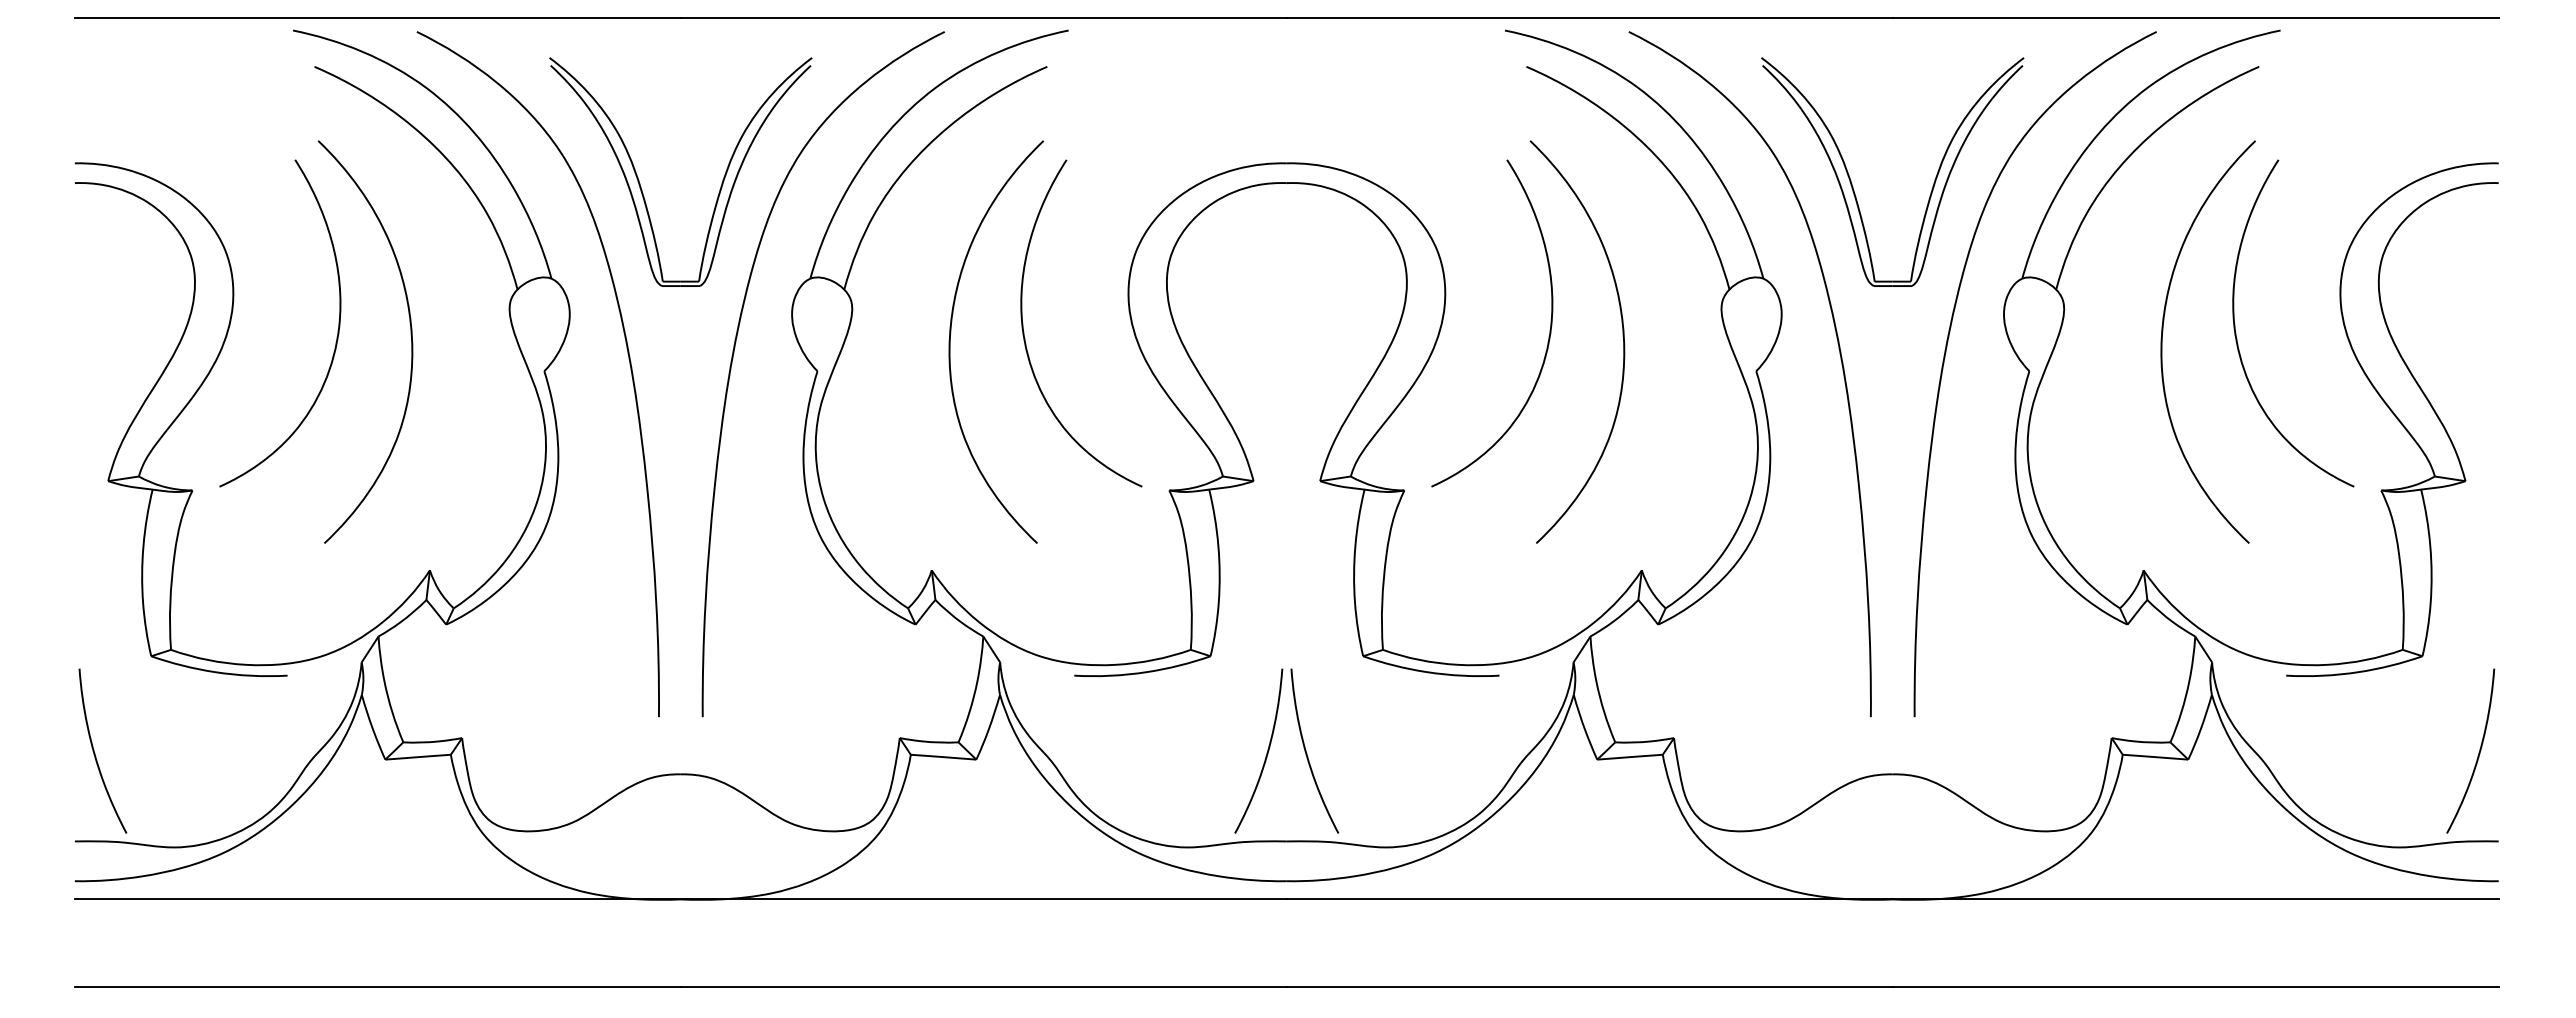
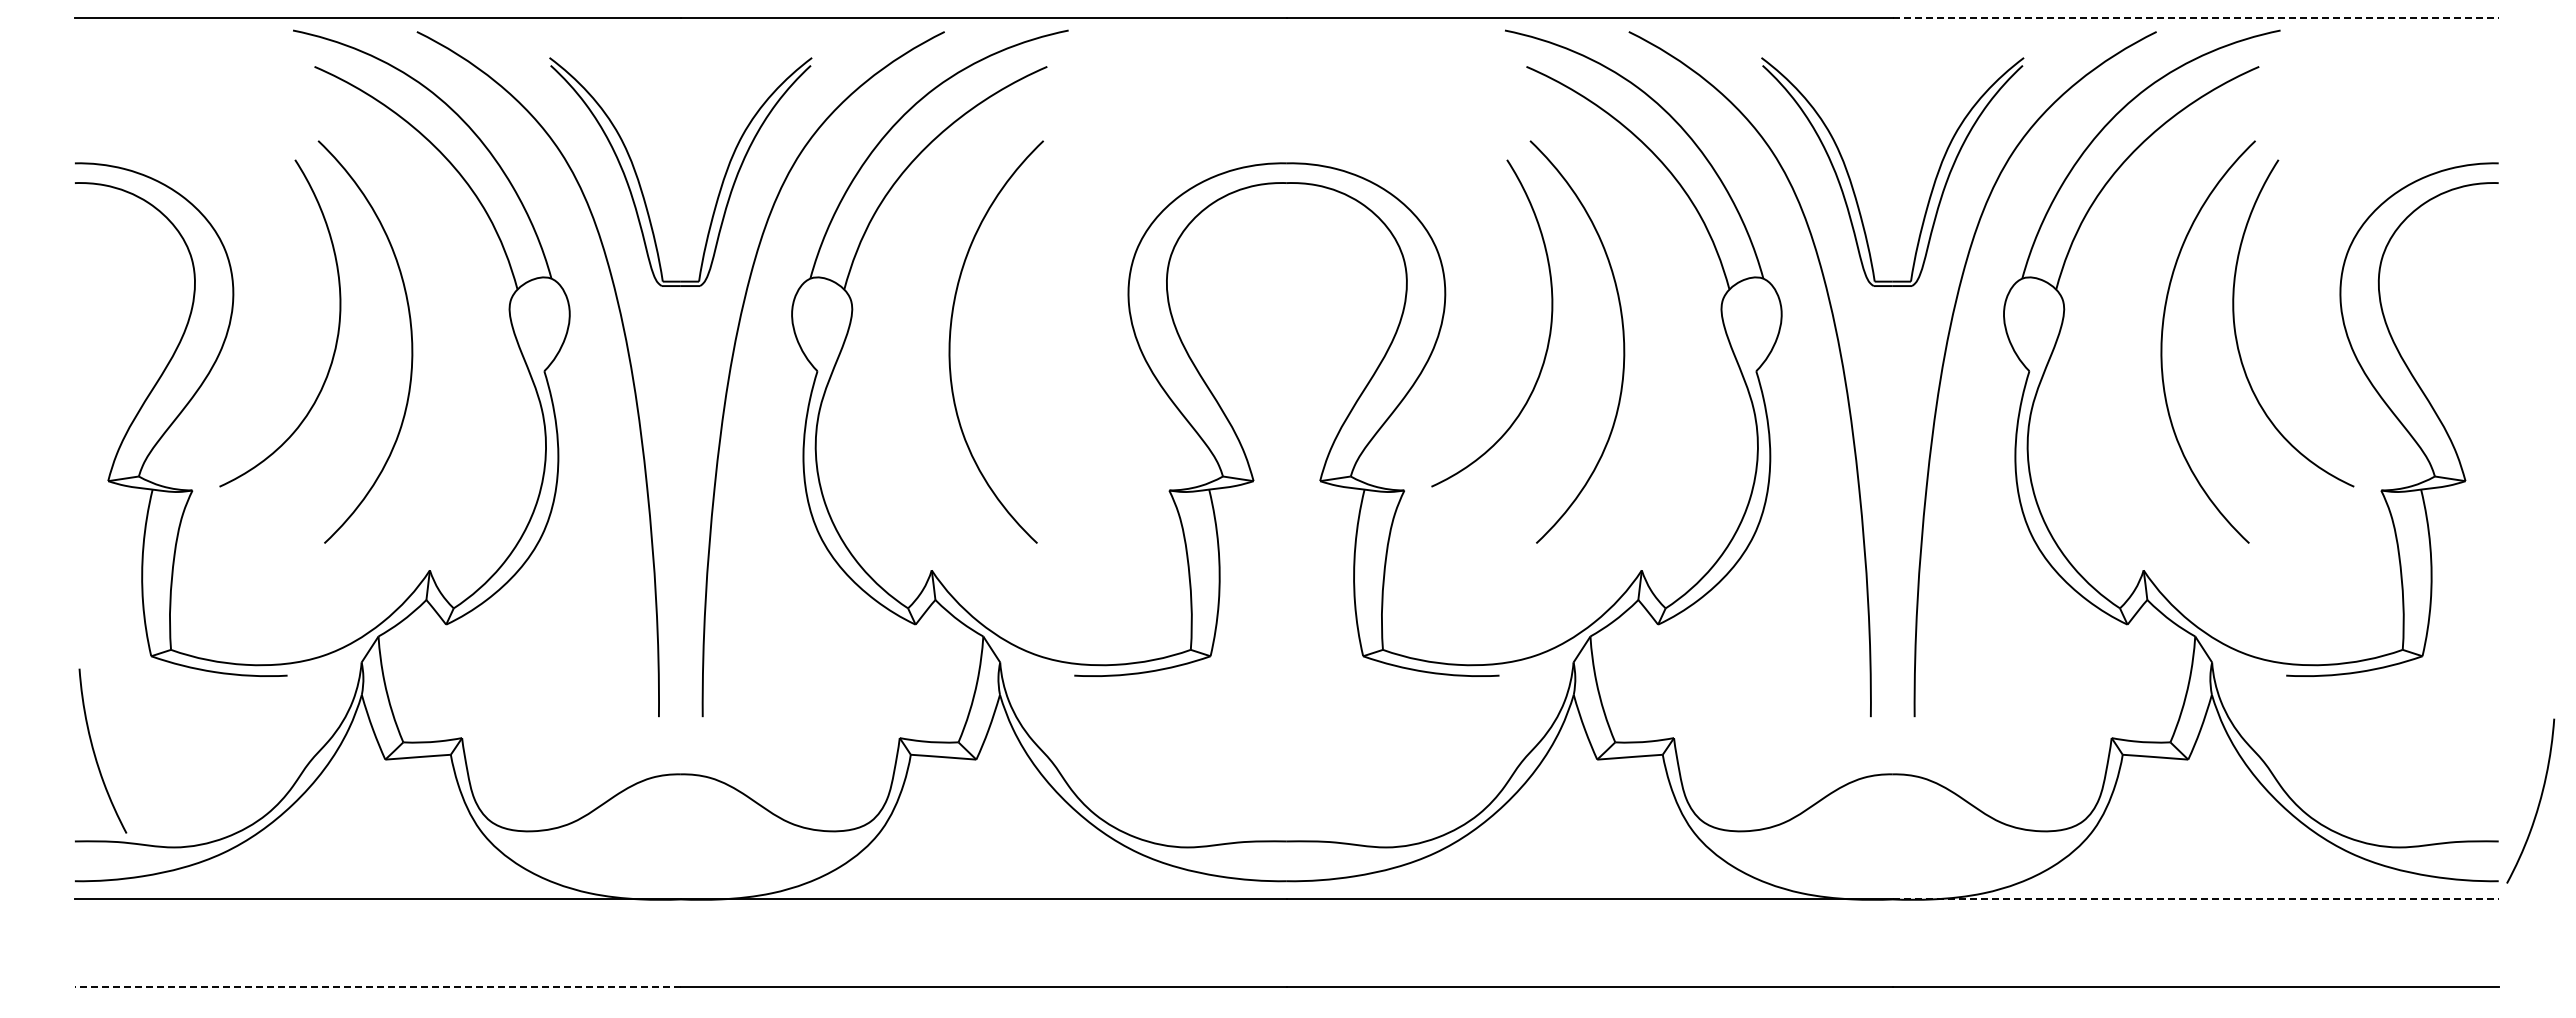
line at (2195, 17): solid -> dashed
curve at (1024, 332): present -> none
part at (1270, 747): present -> none
curve at (2478, 752) position: (2478, 752) -> (2538, 802)
line at (2195, 899): solid -> dashed
line at (377, 987): solid -> dashed
